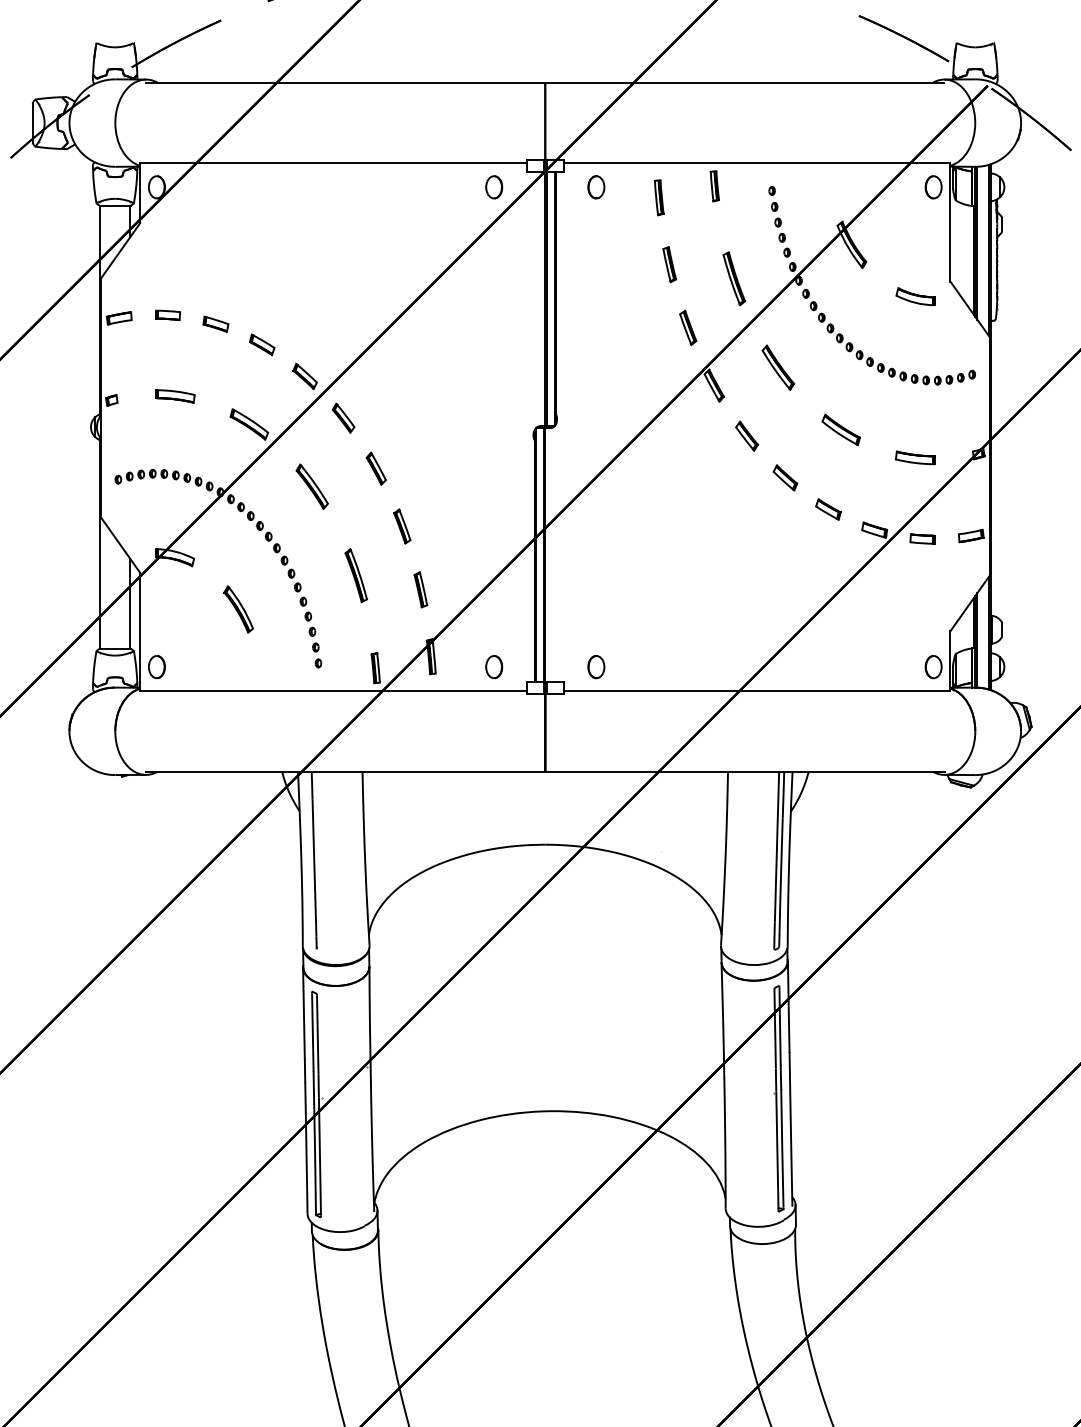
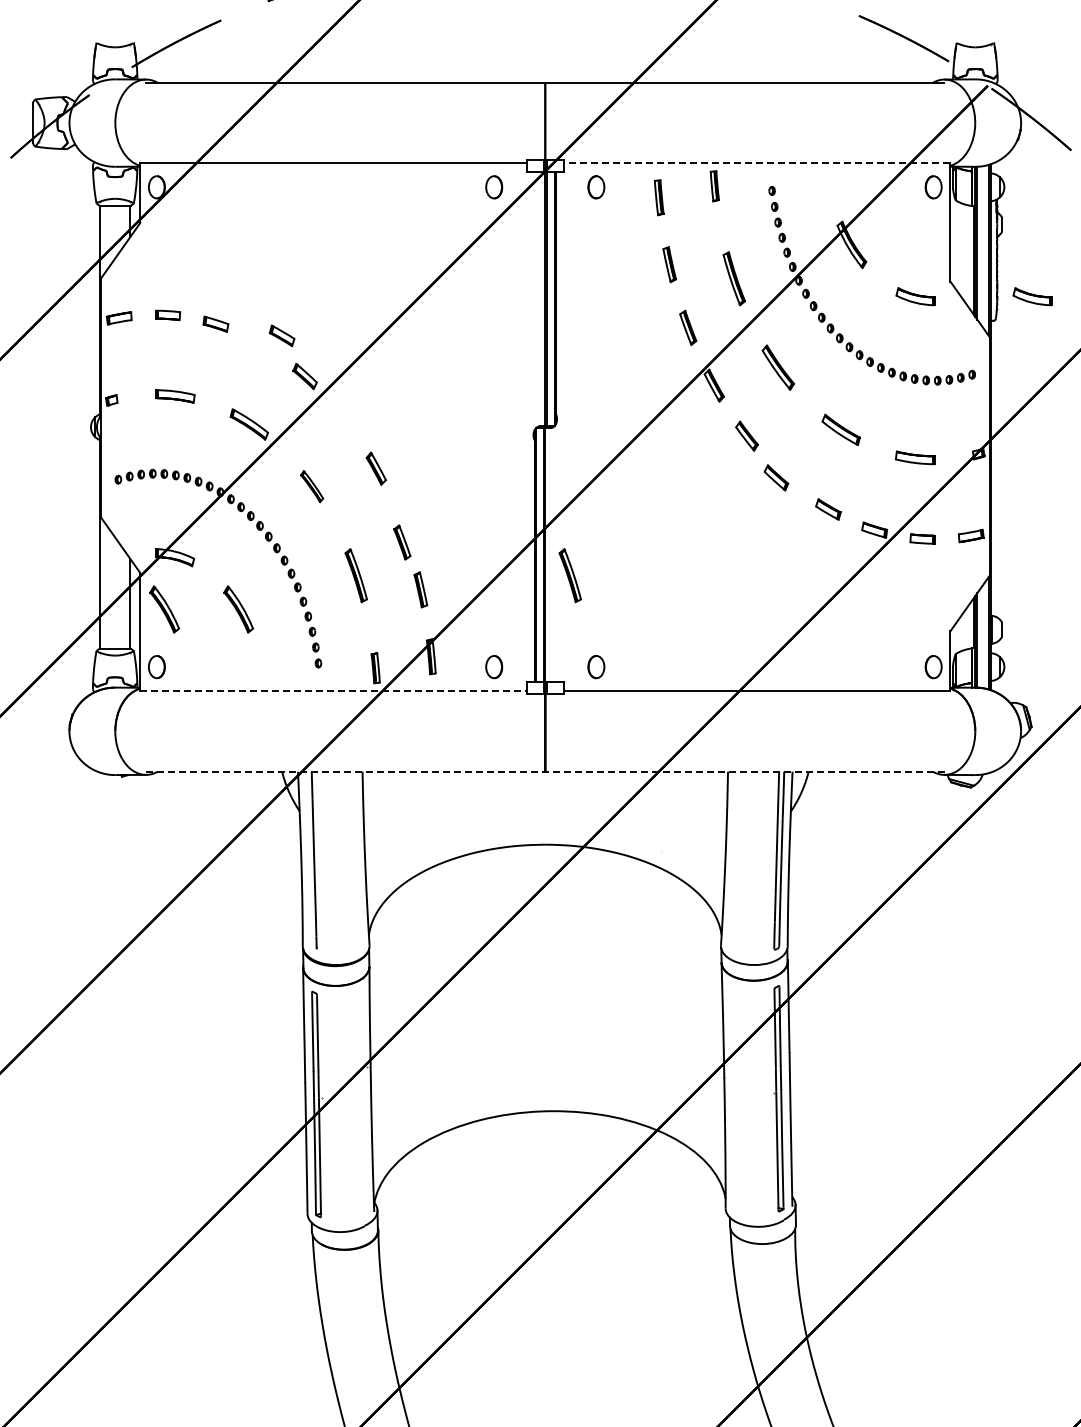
line at (756, 163): solid -> dashed
part at (1032, 296): none -> present
part at (261, 344) position: (261, 344) -> (281, 335)
part at (343, 417): present -> none
part at (785, 477) position: (785, 477) -> (776, 477)
part at (311, 486) size: 34x47 px -> 25x34 px
part at (402, 526) position: (402, 526) -> (402, 542)
part at (569, 575): none -> present
part at (164, 609): none -> present
line at (333, 690): solid -> dashed
line at (544, 771): solid -> dashed
